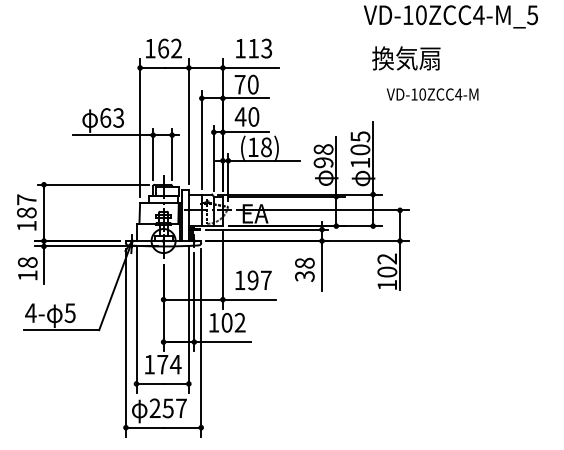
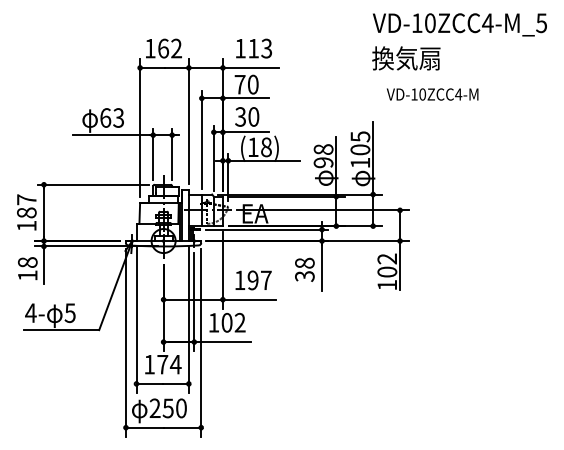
text at (450, 16) position: (450, 16) -> (459, 24)
text at (240, 116): 40 -> 30
text at (181, 408): 257 -> 250
